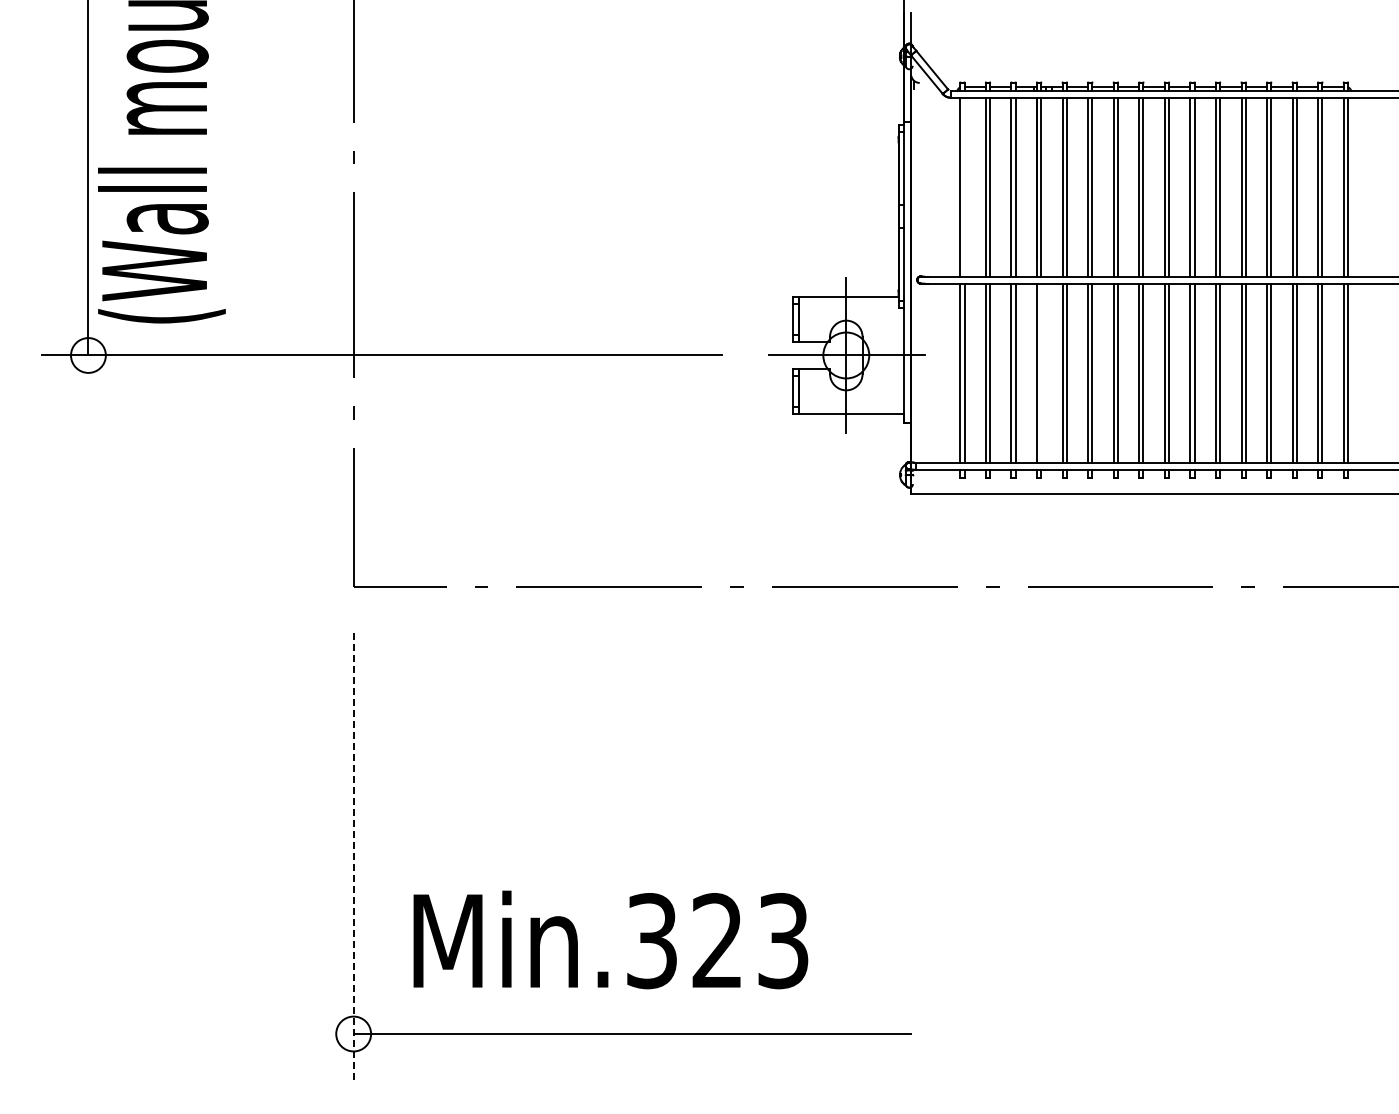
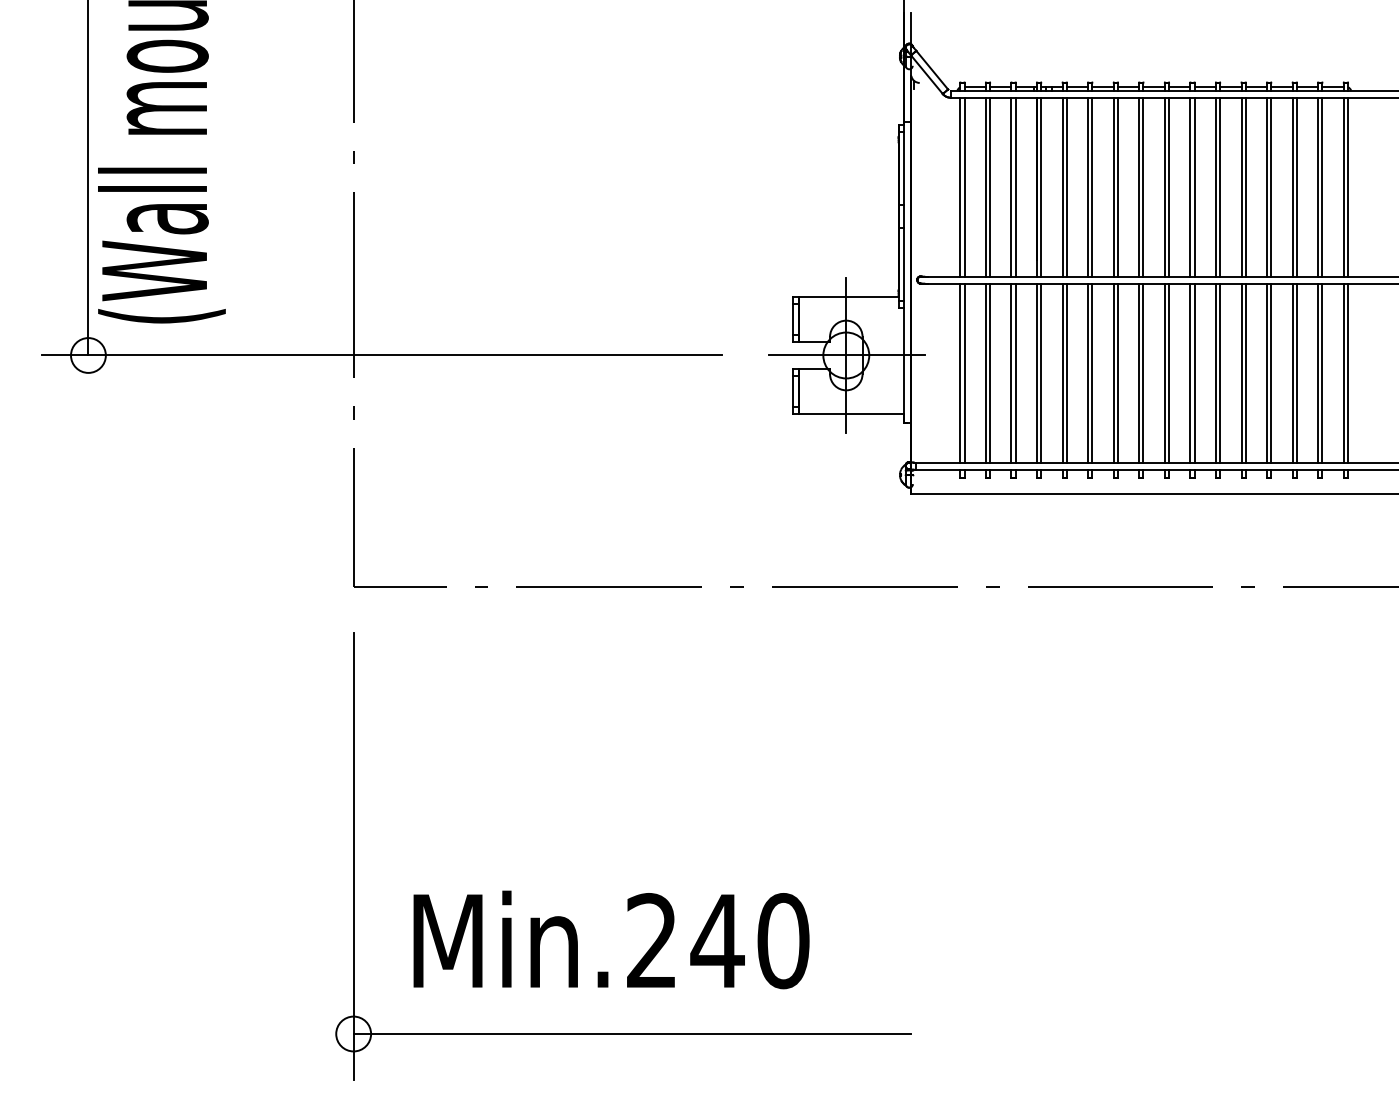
line at (964, 186): none -> present
line at (1041, 372): none -> present
line at (353, 856): dashed -> solid
text at (718, 941): Min.323 -> Min.240
